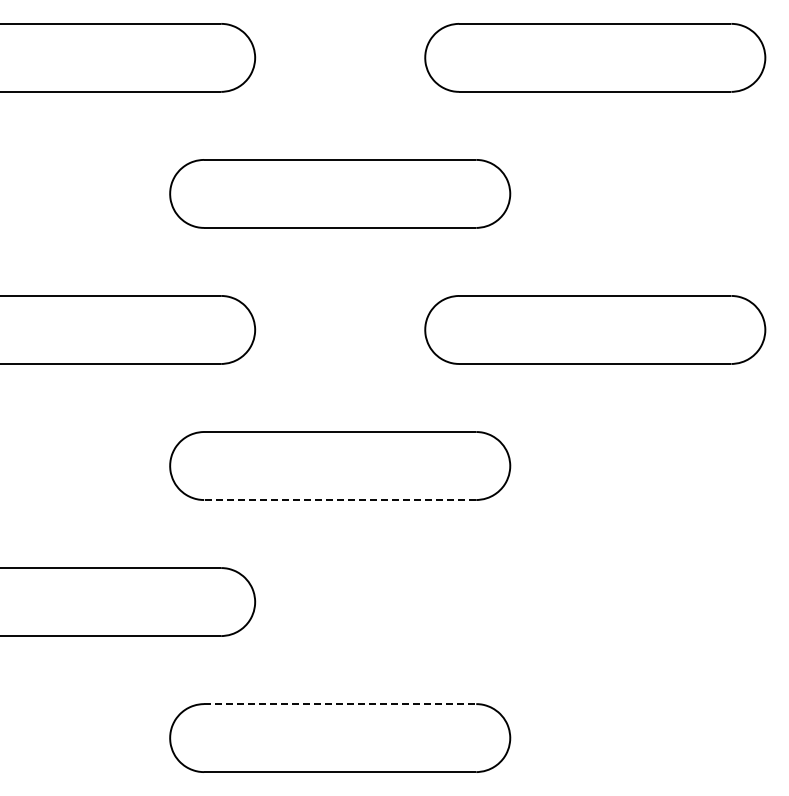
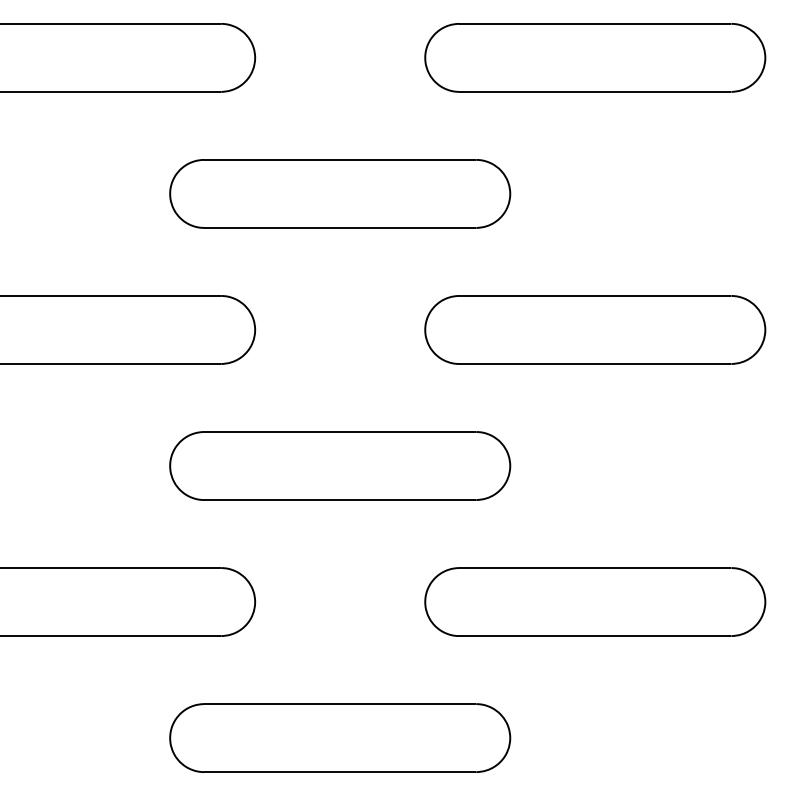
line at (339, 500): dashed -> solid
part at (595, 601): none -> present
line at (340, 704): dashed -> solid
